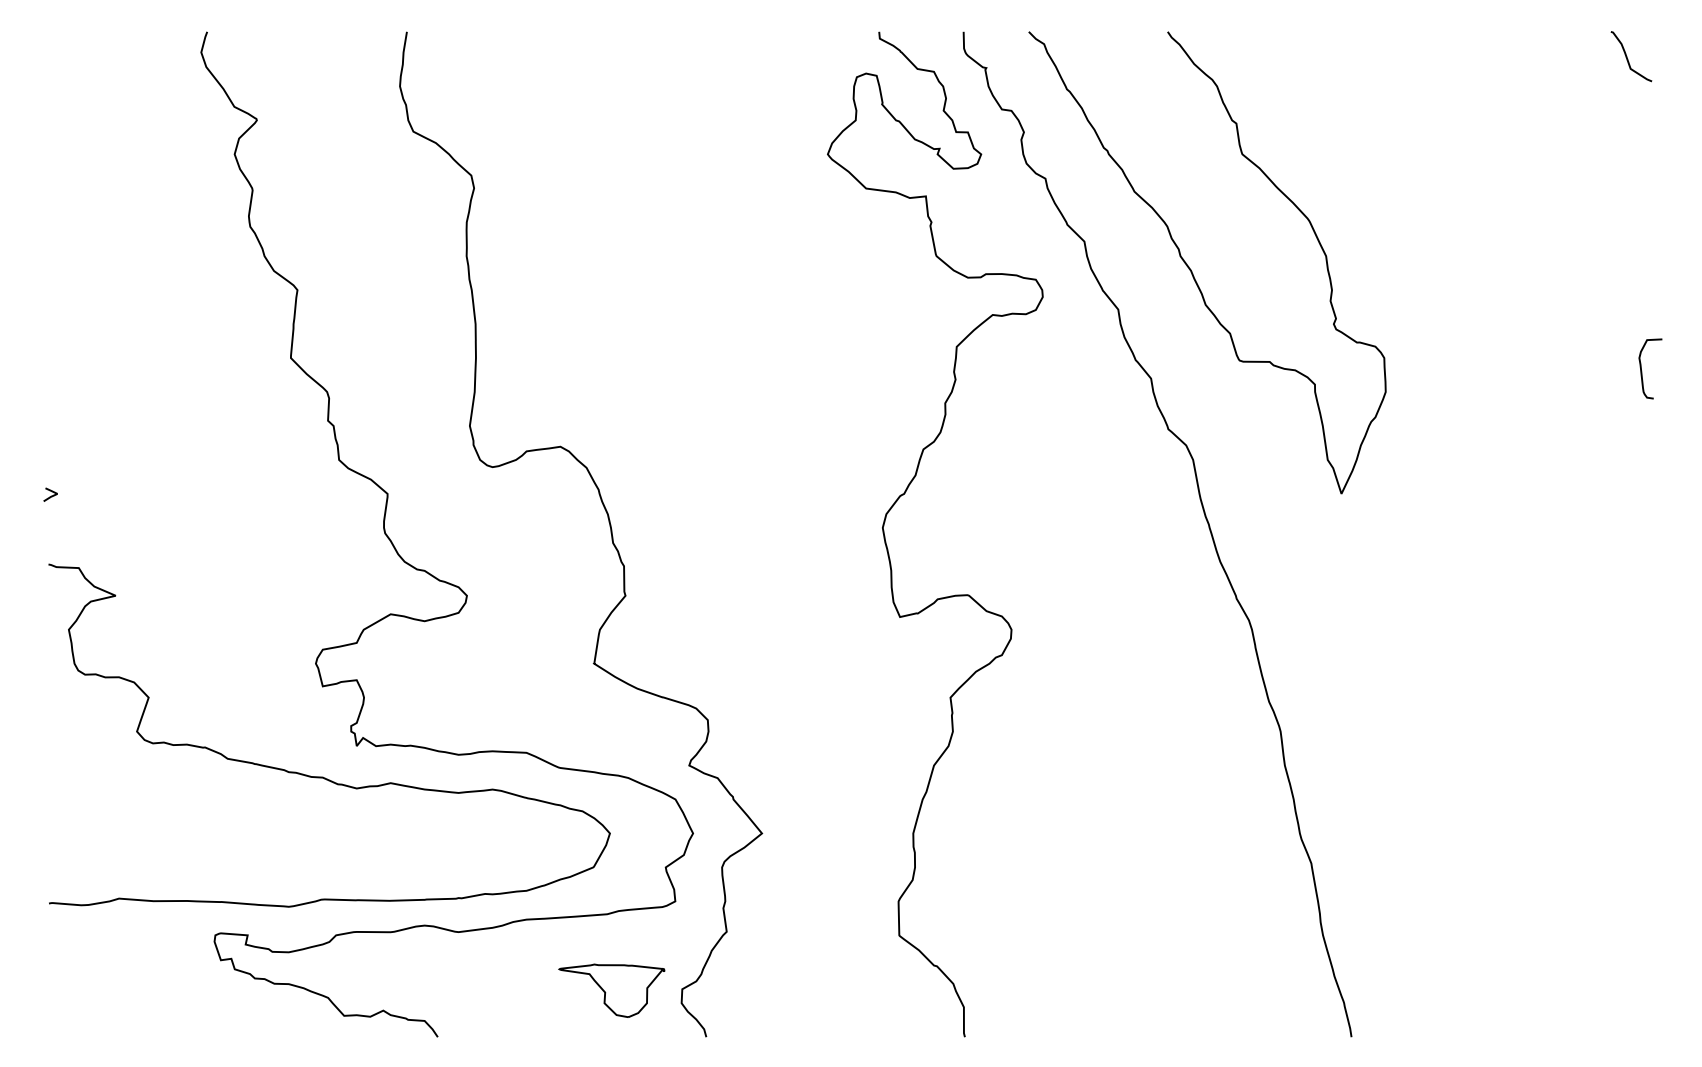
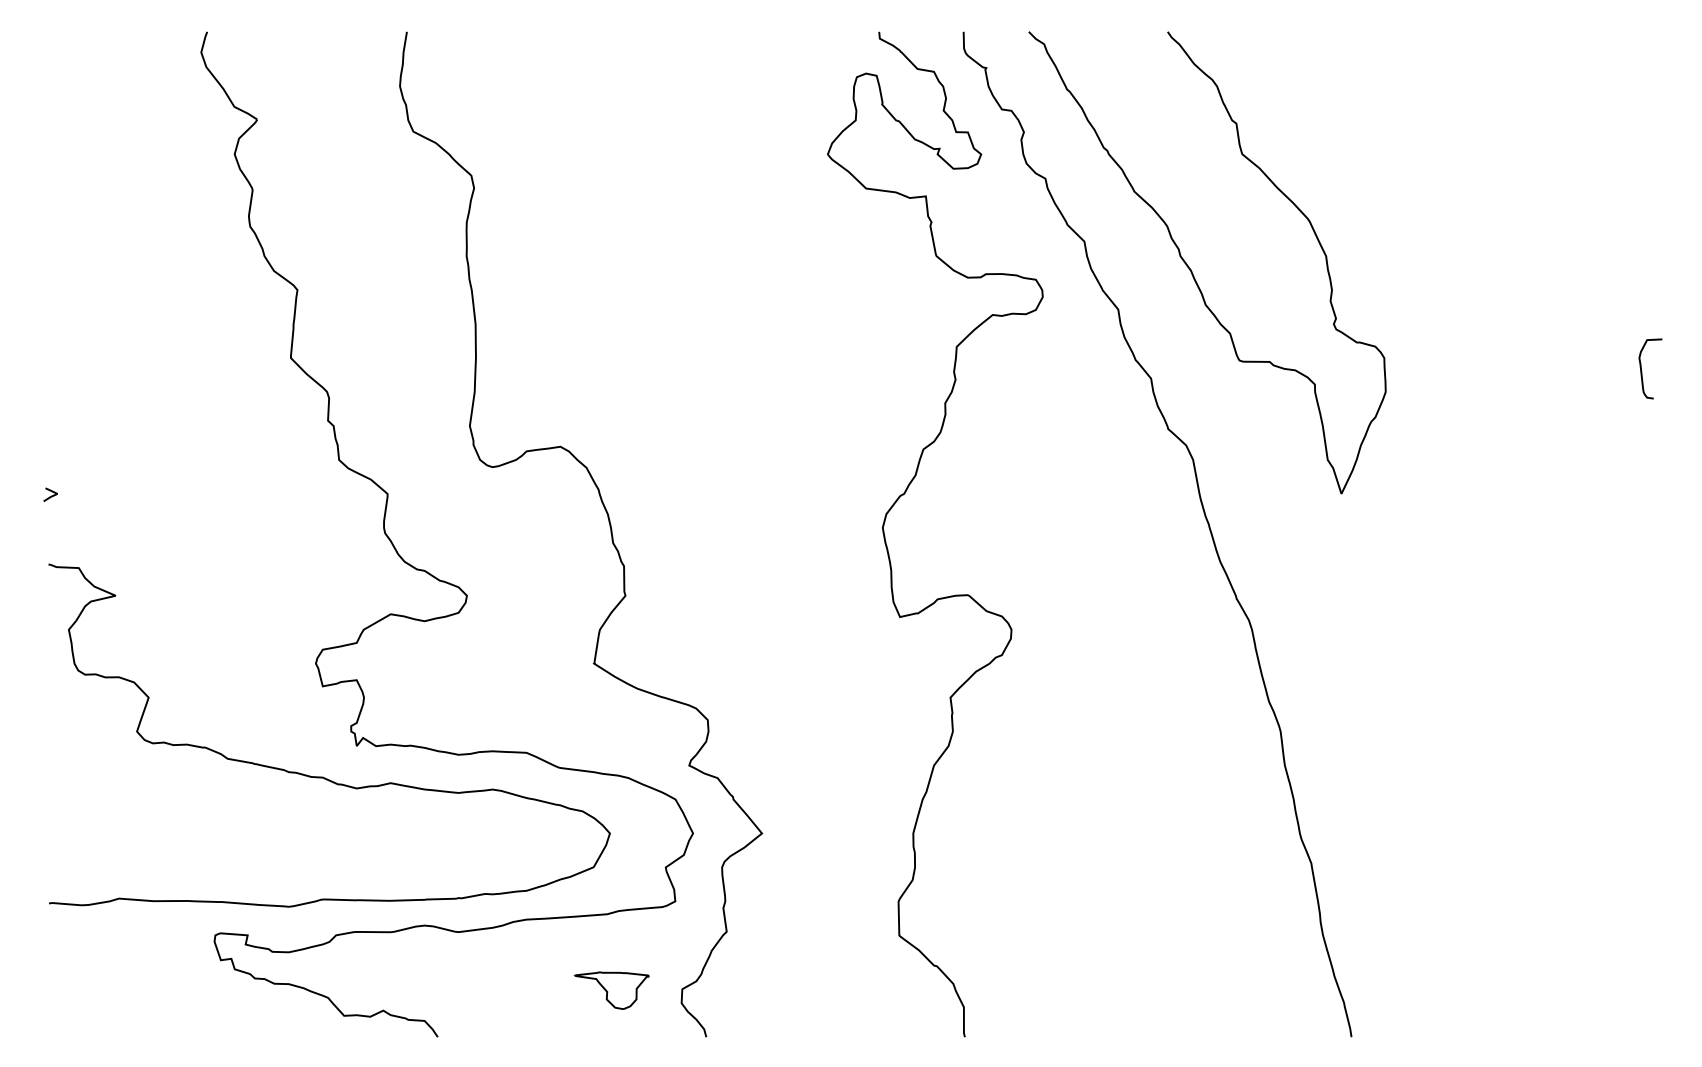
curve at (1627, 56): present -> none
part at (611, 990) size: 108x55 px -> 77x39 px
